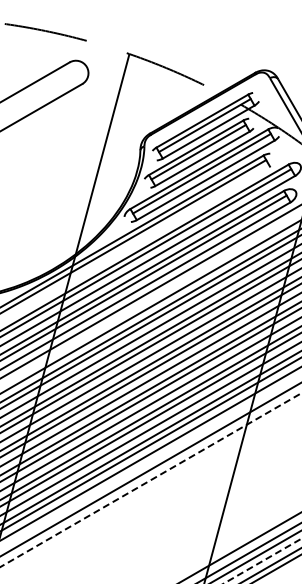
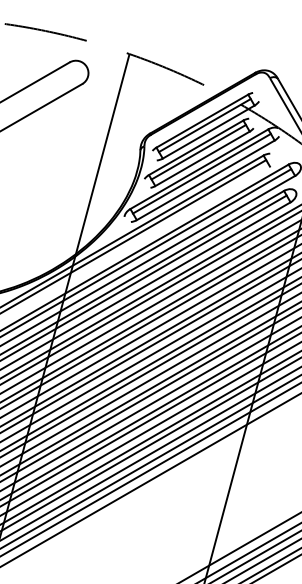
line at (150, 297): none -> present
line at (150, 461): none -> present
line at (150, 480): dashed -> solid
line at (262, 560): dashed -> solid
